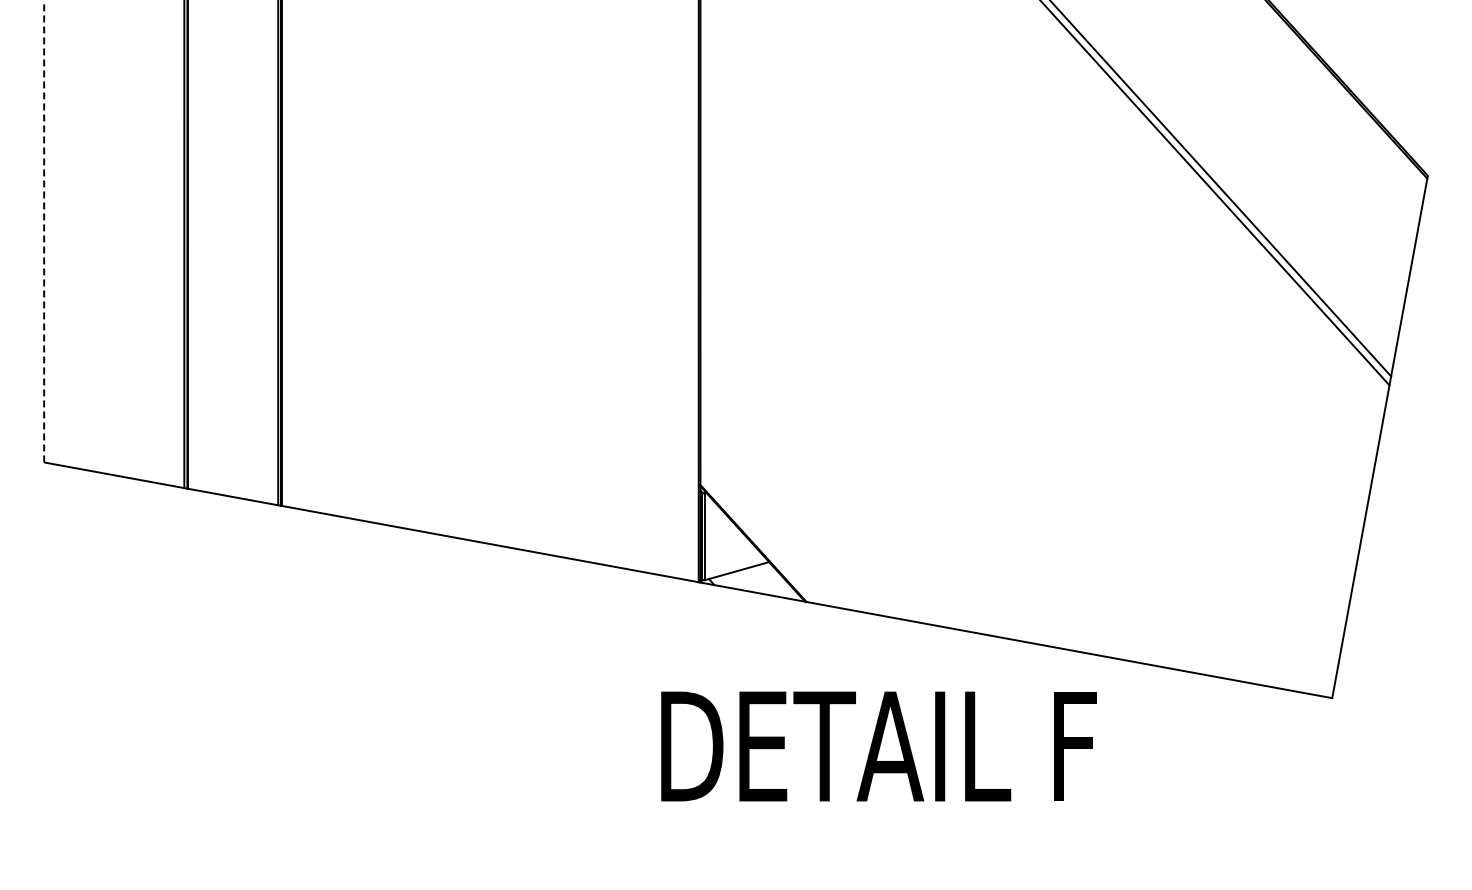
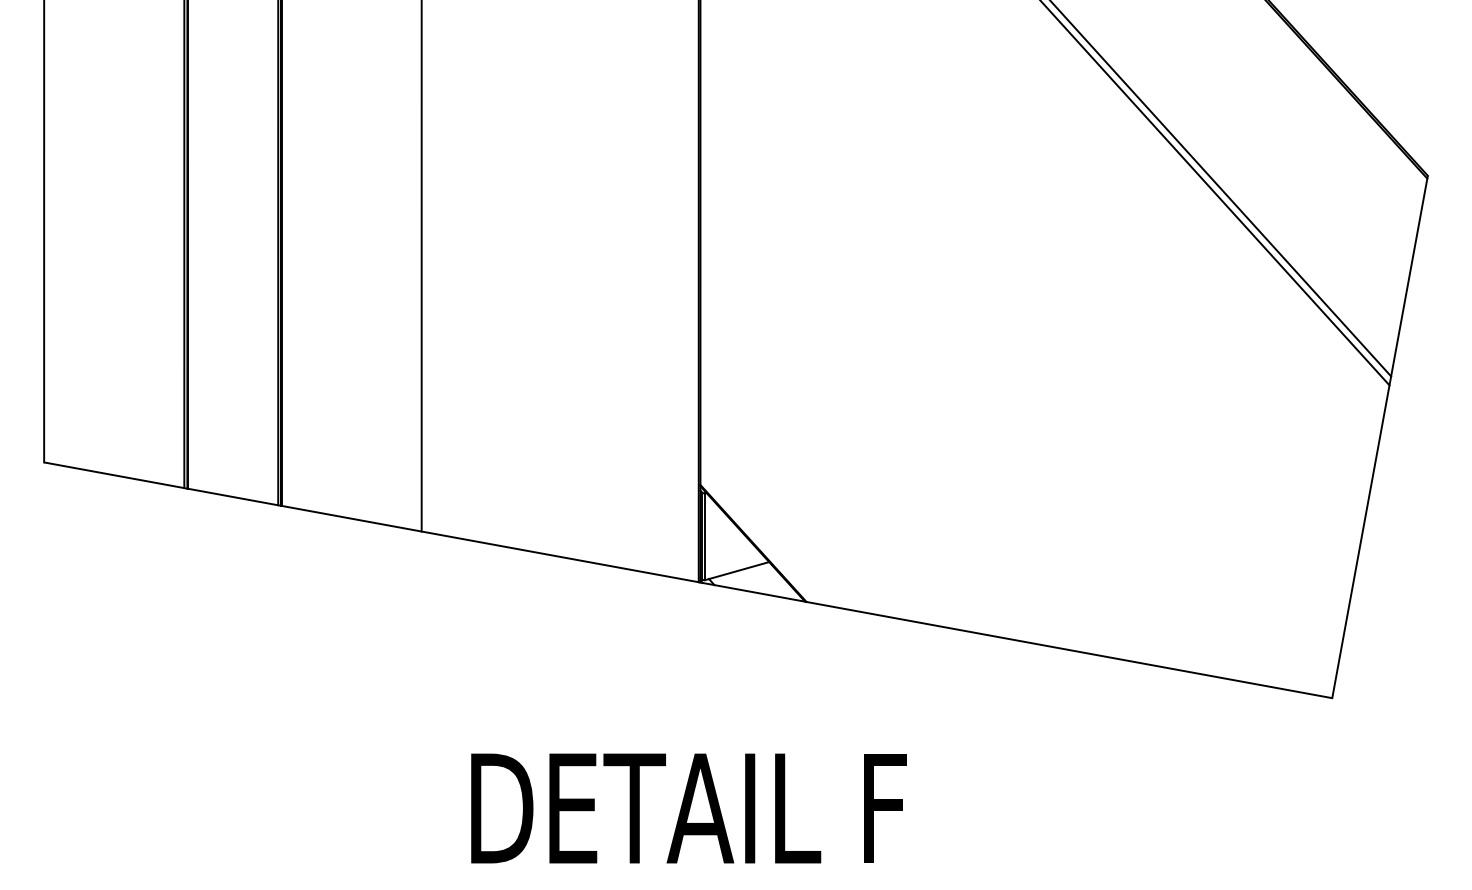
line at (44, 231): dashed -> solid
line at (421, 266): none -> present
text at (878, 746) position: (878, 746) -> (688, 808)
